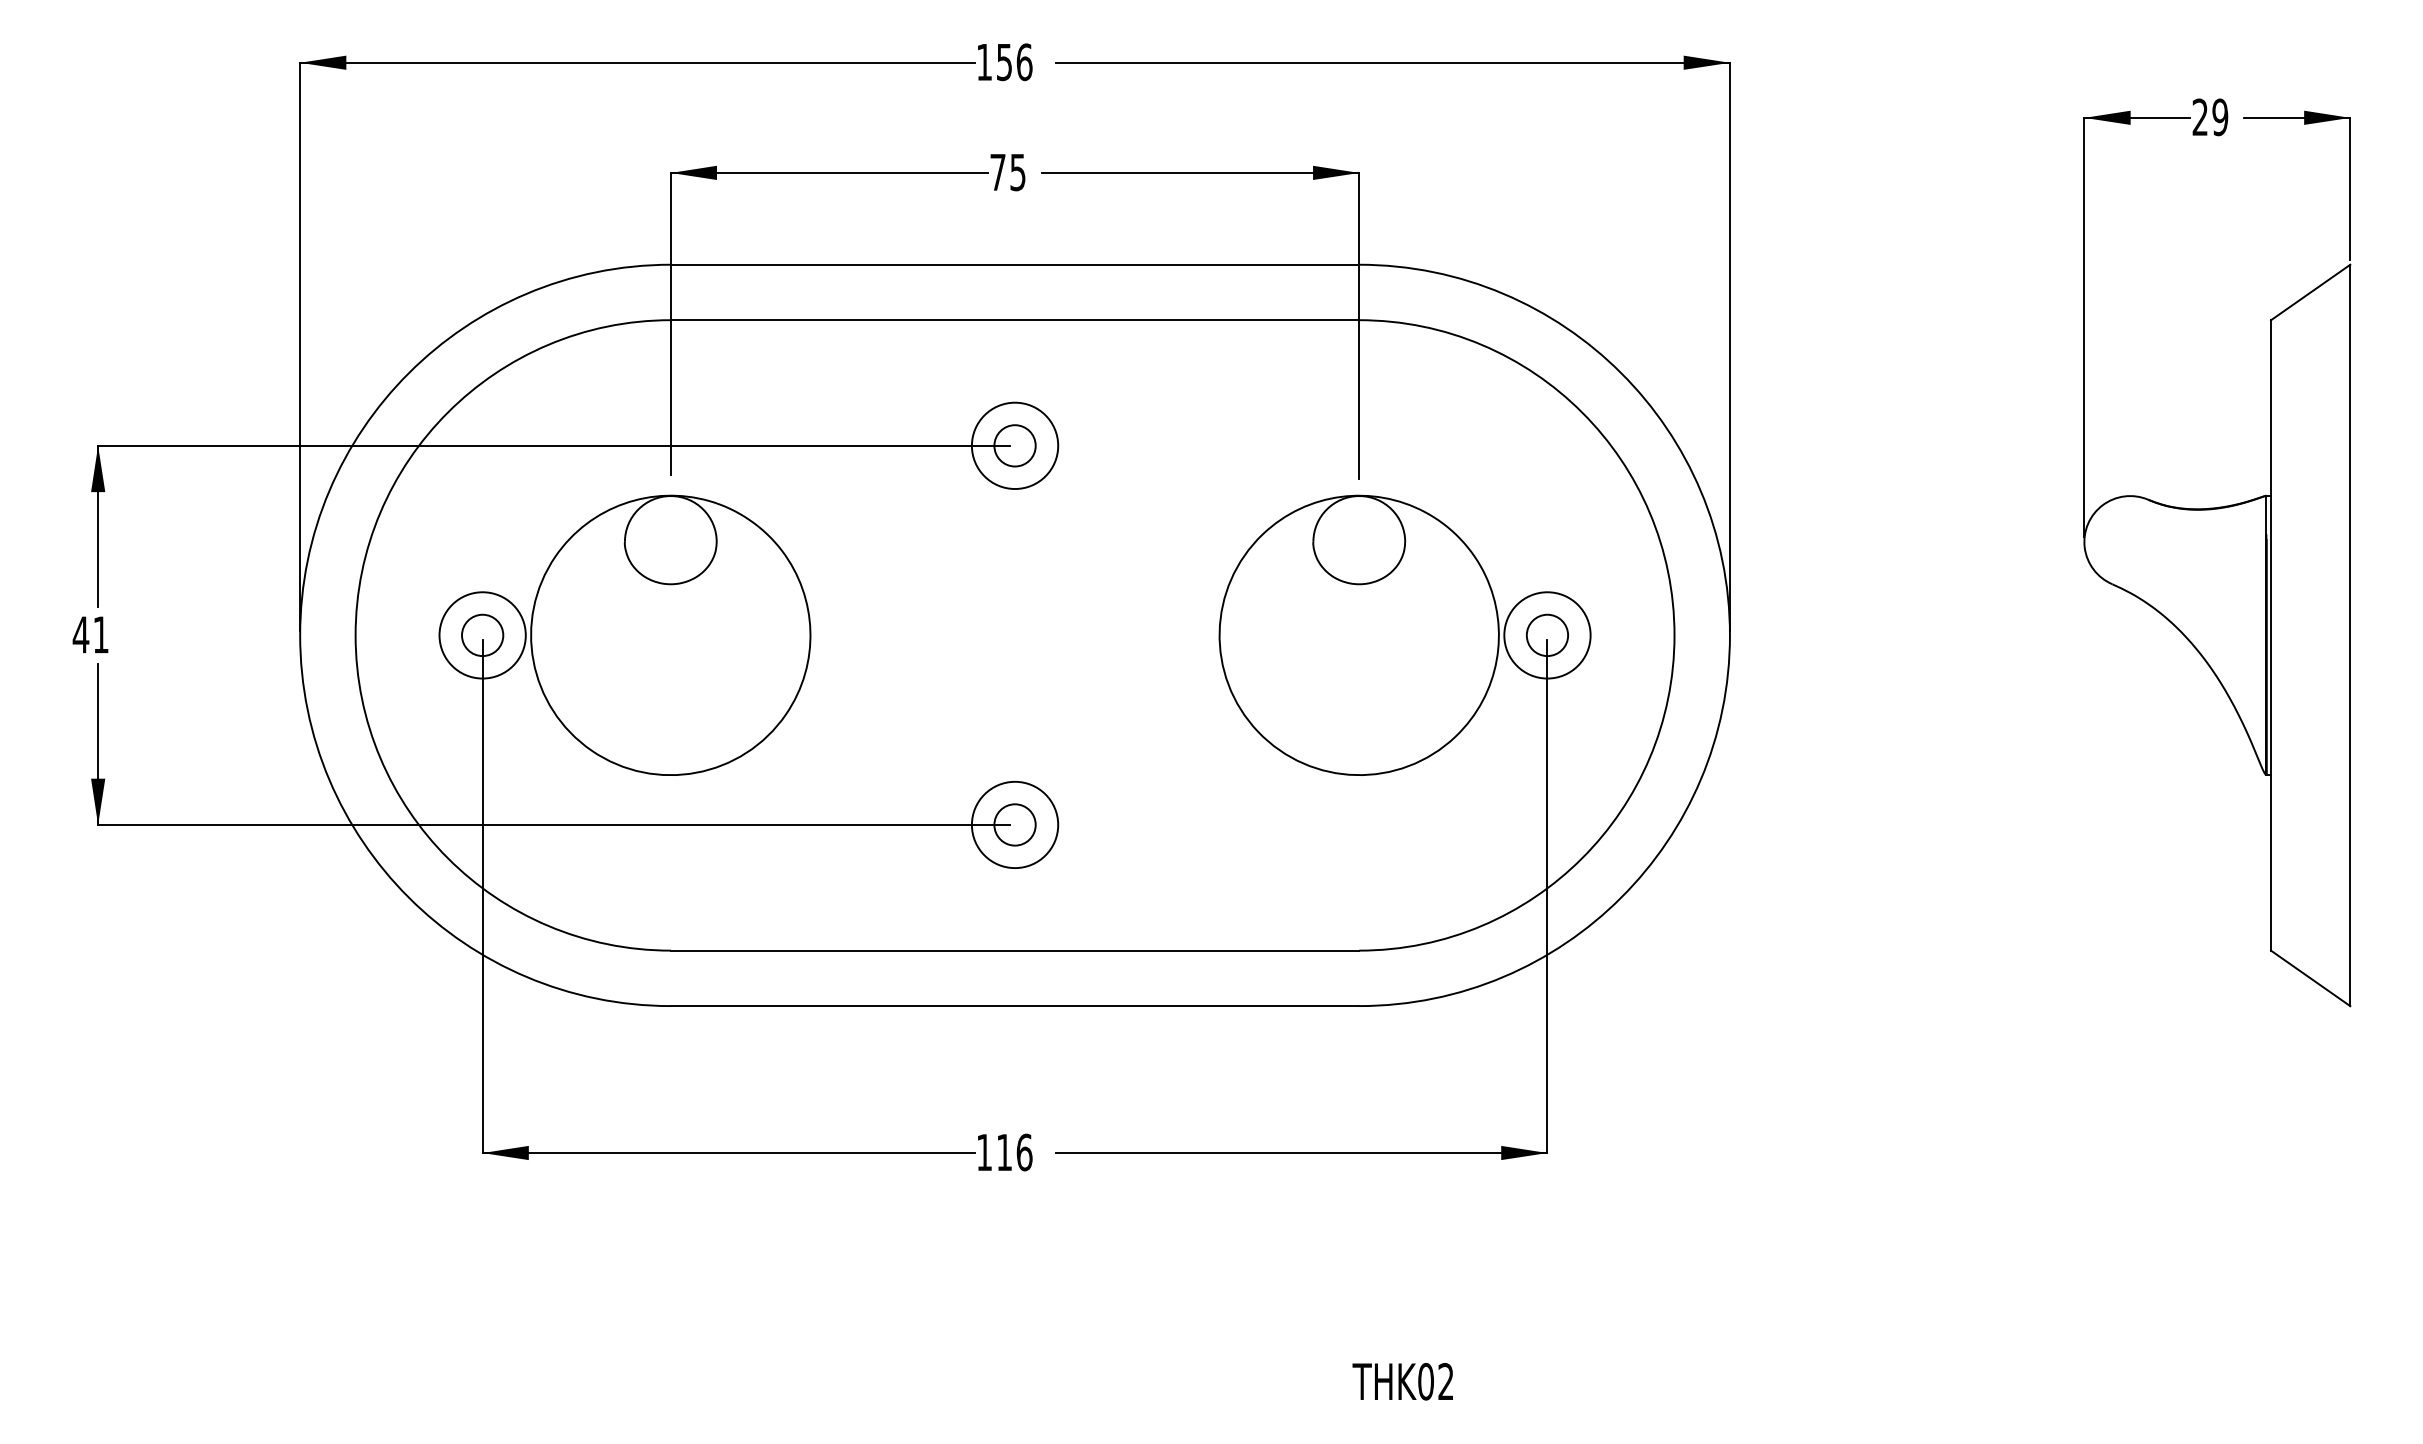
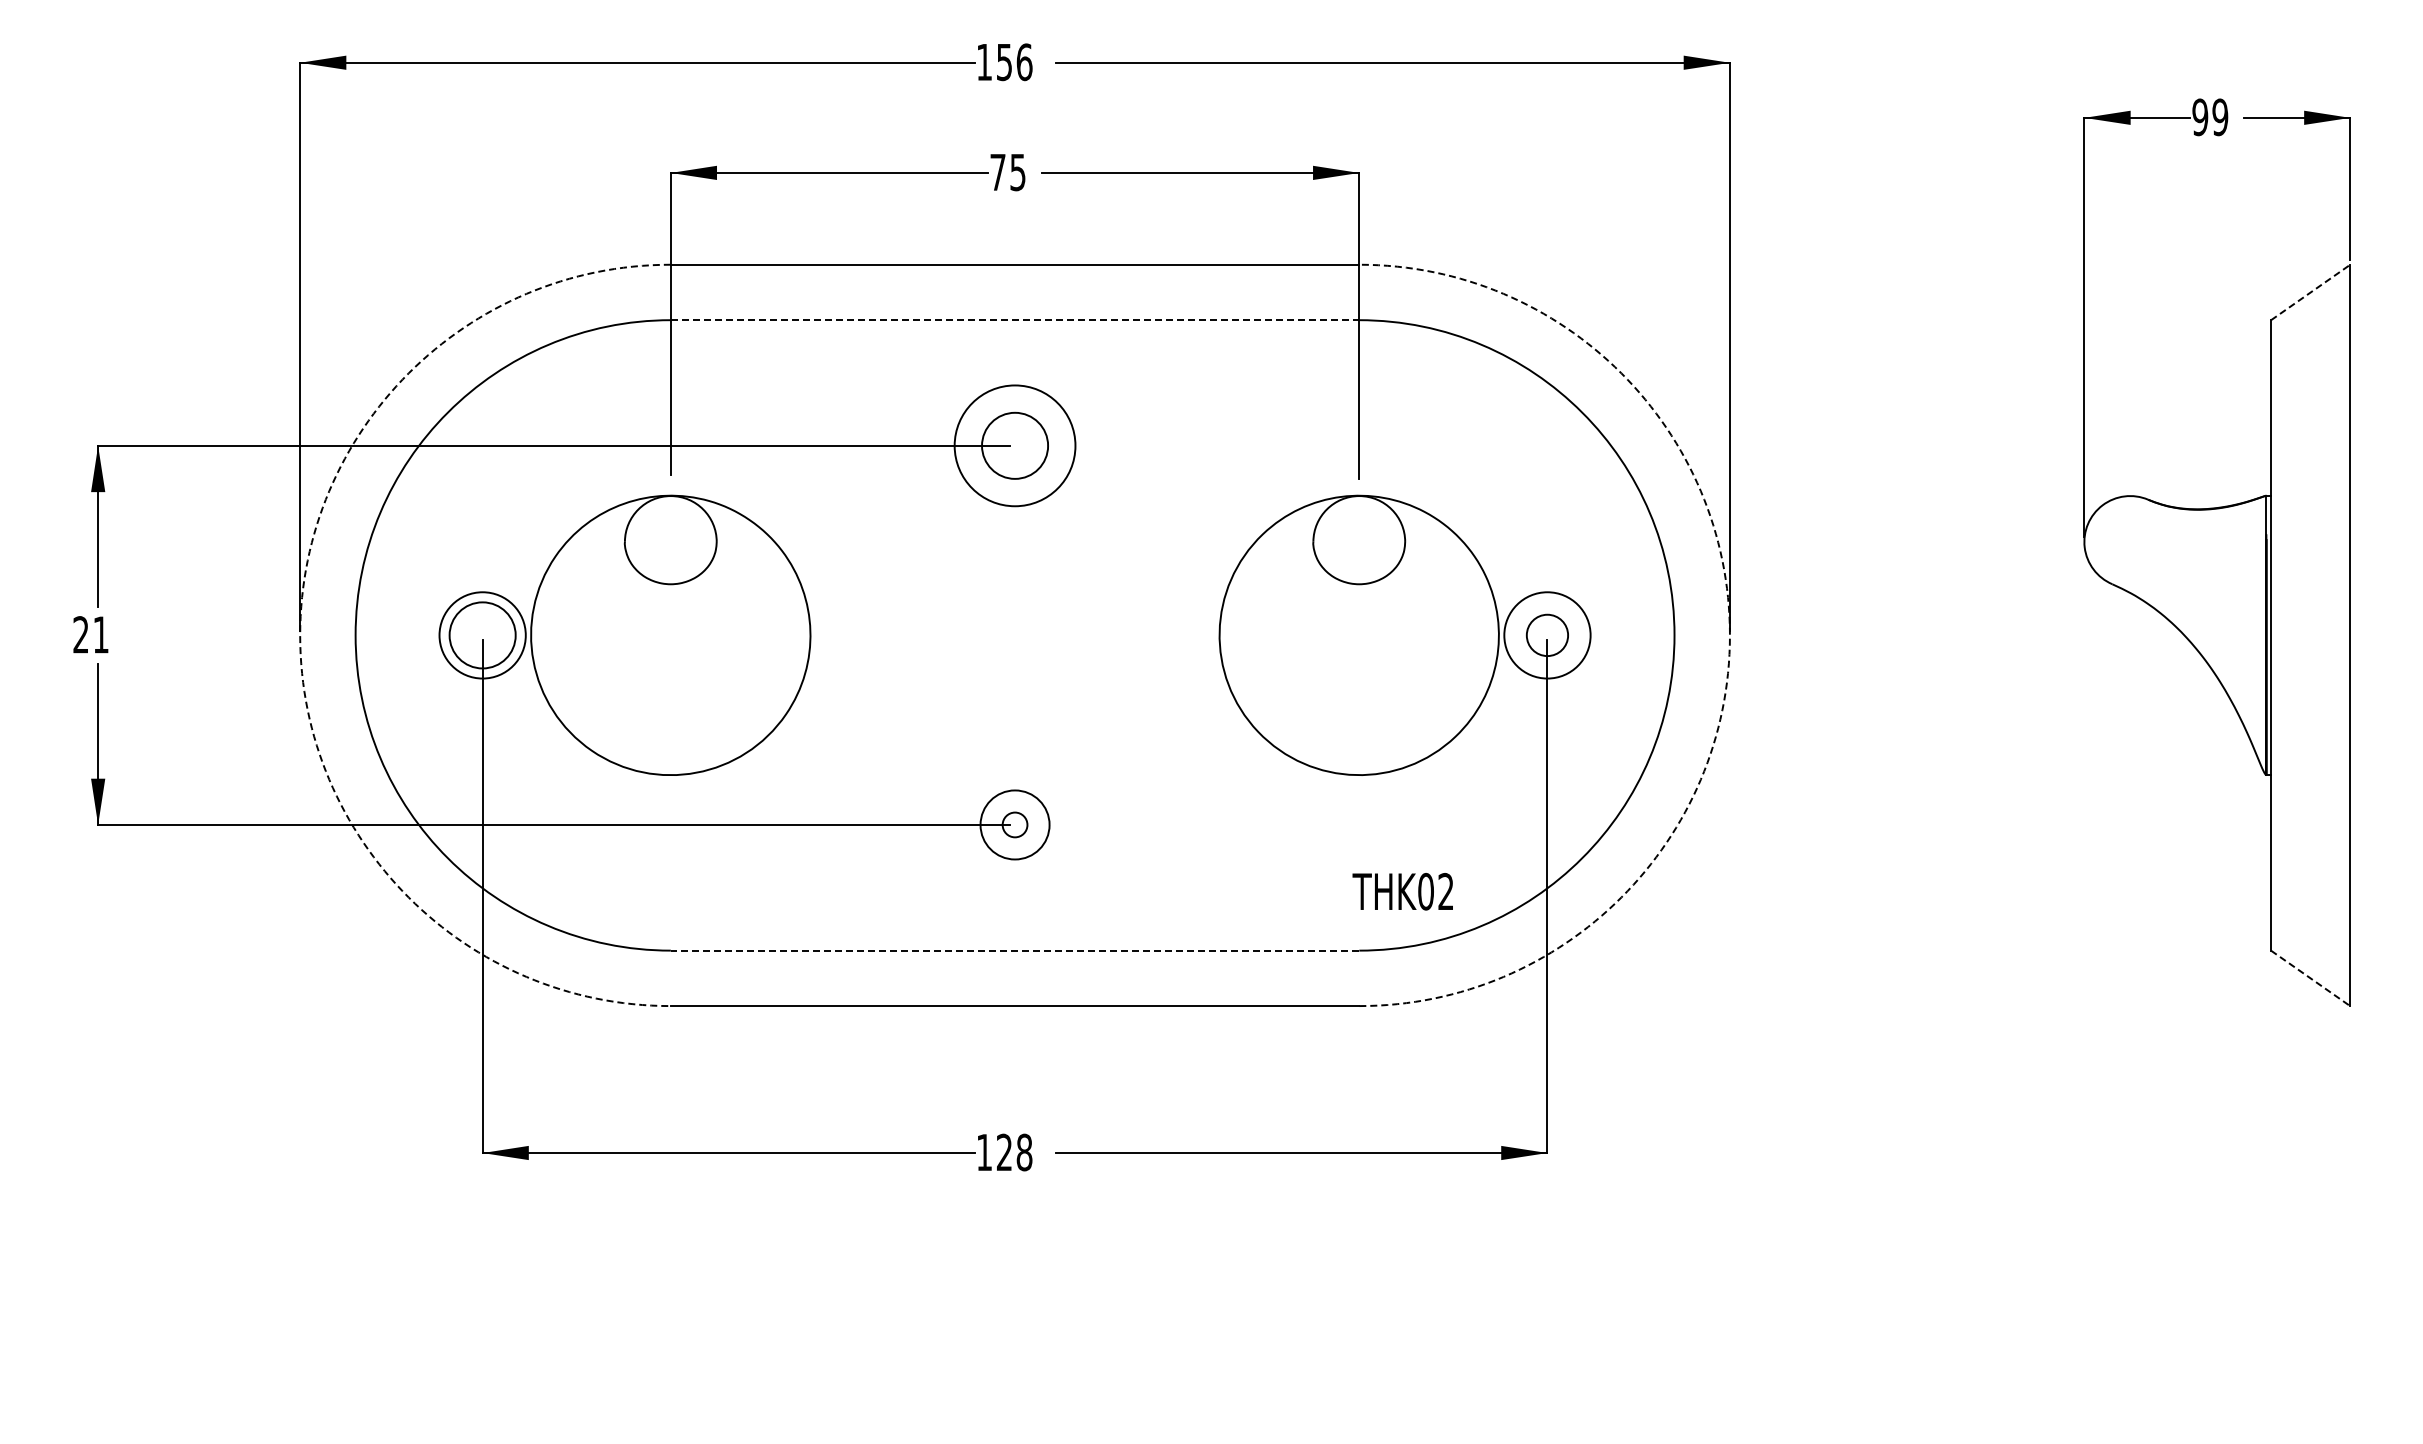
text at (2200, 117): 29 -> 99
line at (2311, 292): solid -> dashed
line at (1015, 320): solid -> dashed
circle at (1014, 445) diameter: 41 px -> 66 px
circle at (1014, 445) diameter: 86 px -> 121 px
text at (80, 634): 41 -> 21
arc at (300, 635): solid -> dashed
circle at (482, 635) diameter: 41 px -> 66 px
arc at (1729, 635): solid -> dashed
circle at (1014, 824) diameter: 41 px -> 25 px
circle at (1014, 824) diameter: 86 px -> 69 px
line at (1014, 950): solid -> dashed
line at (2311, 978): solid -> dashed
text at (1014, 1152): 116 -> 128
text at (1402, 1381) position: (1402, 1381) -> (1402, 891)
